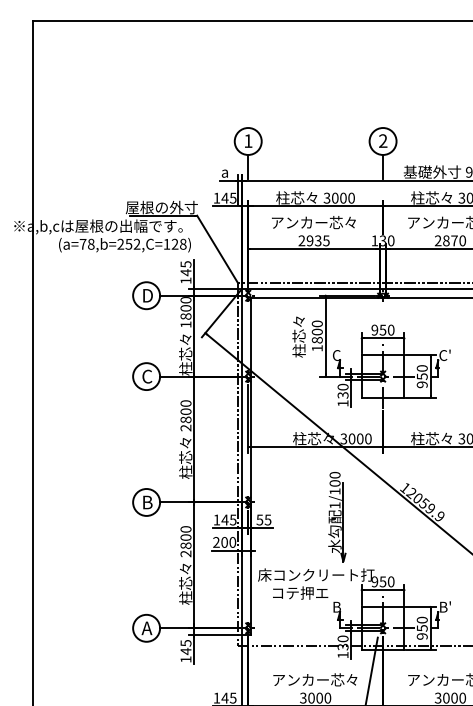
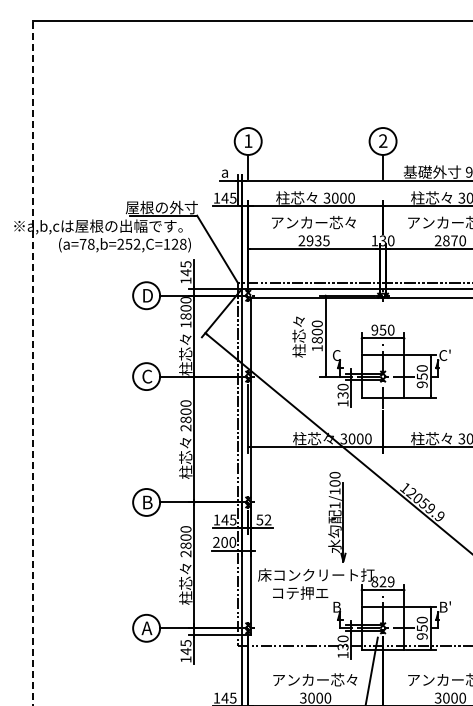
line at (33, 362): solid -> dashed
text at (267, 519): 55 -> 52
text at (382, 581): 950 -> 829
